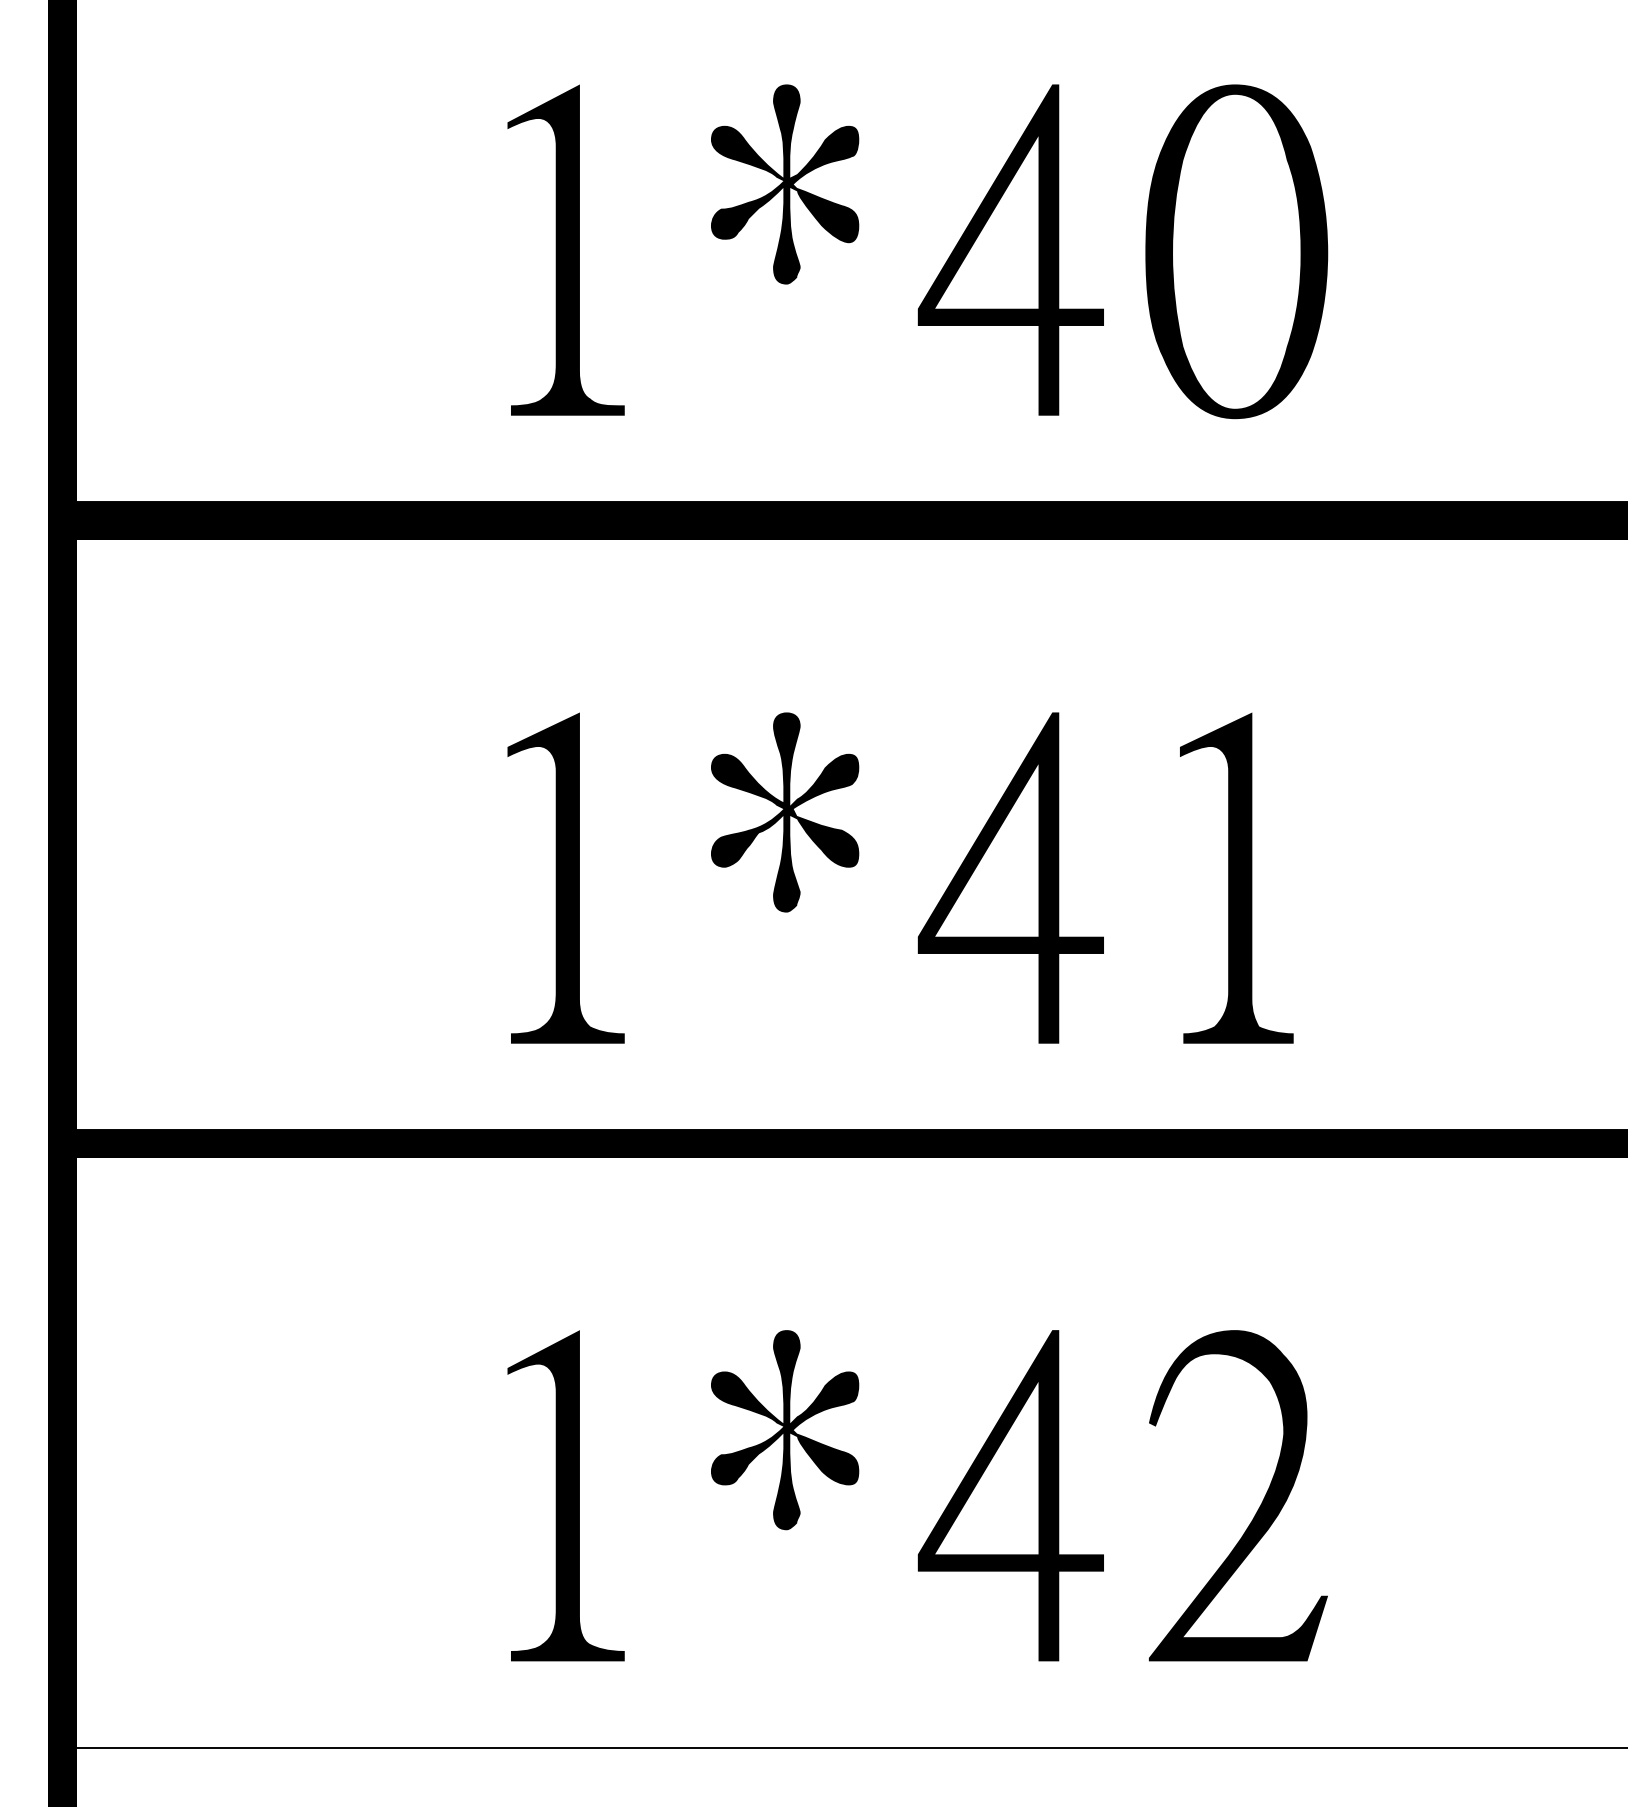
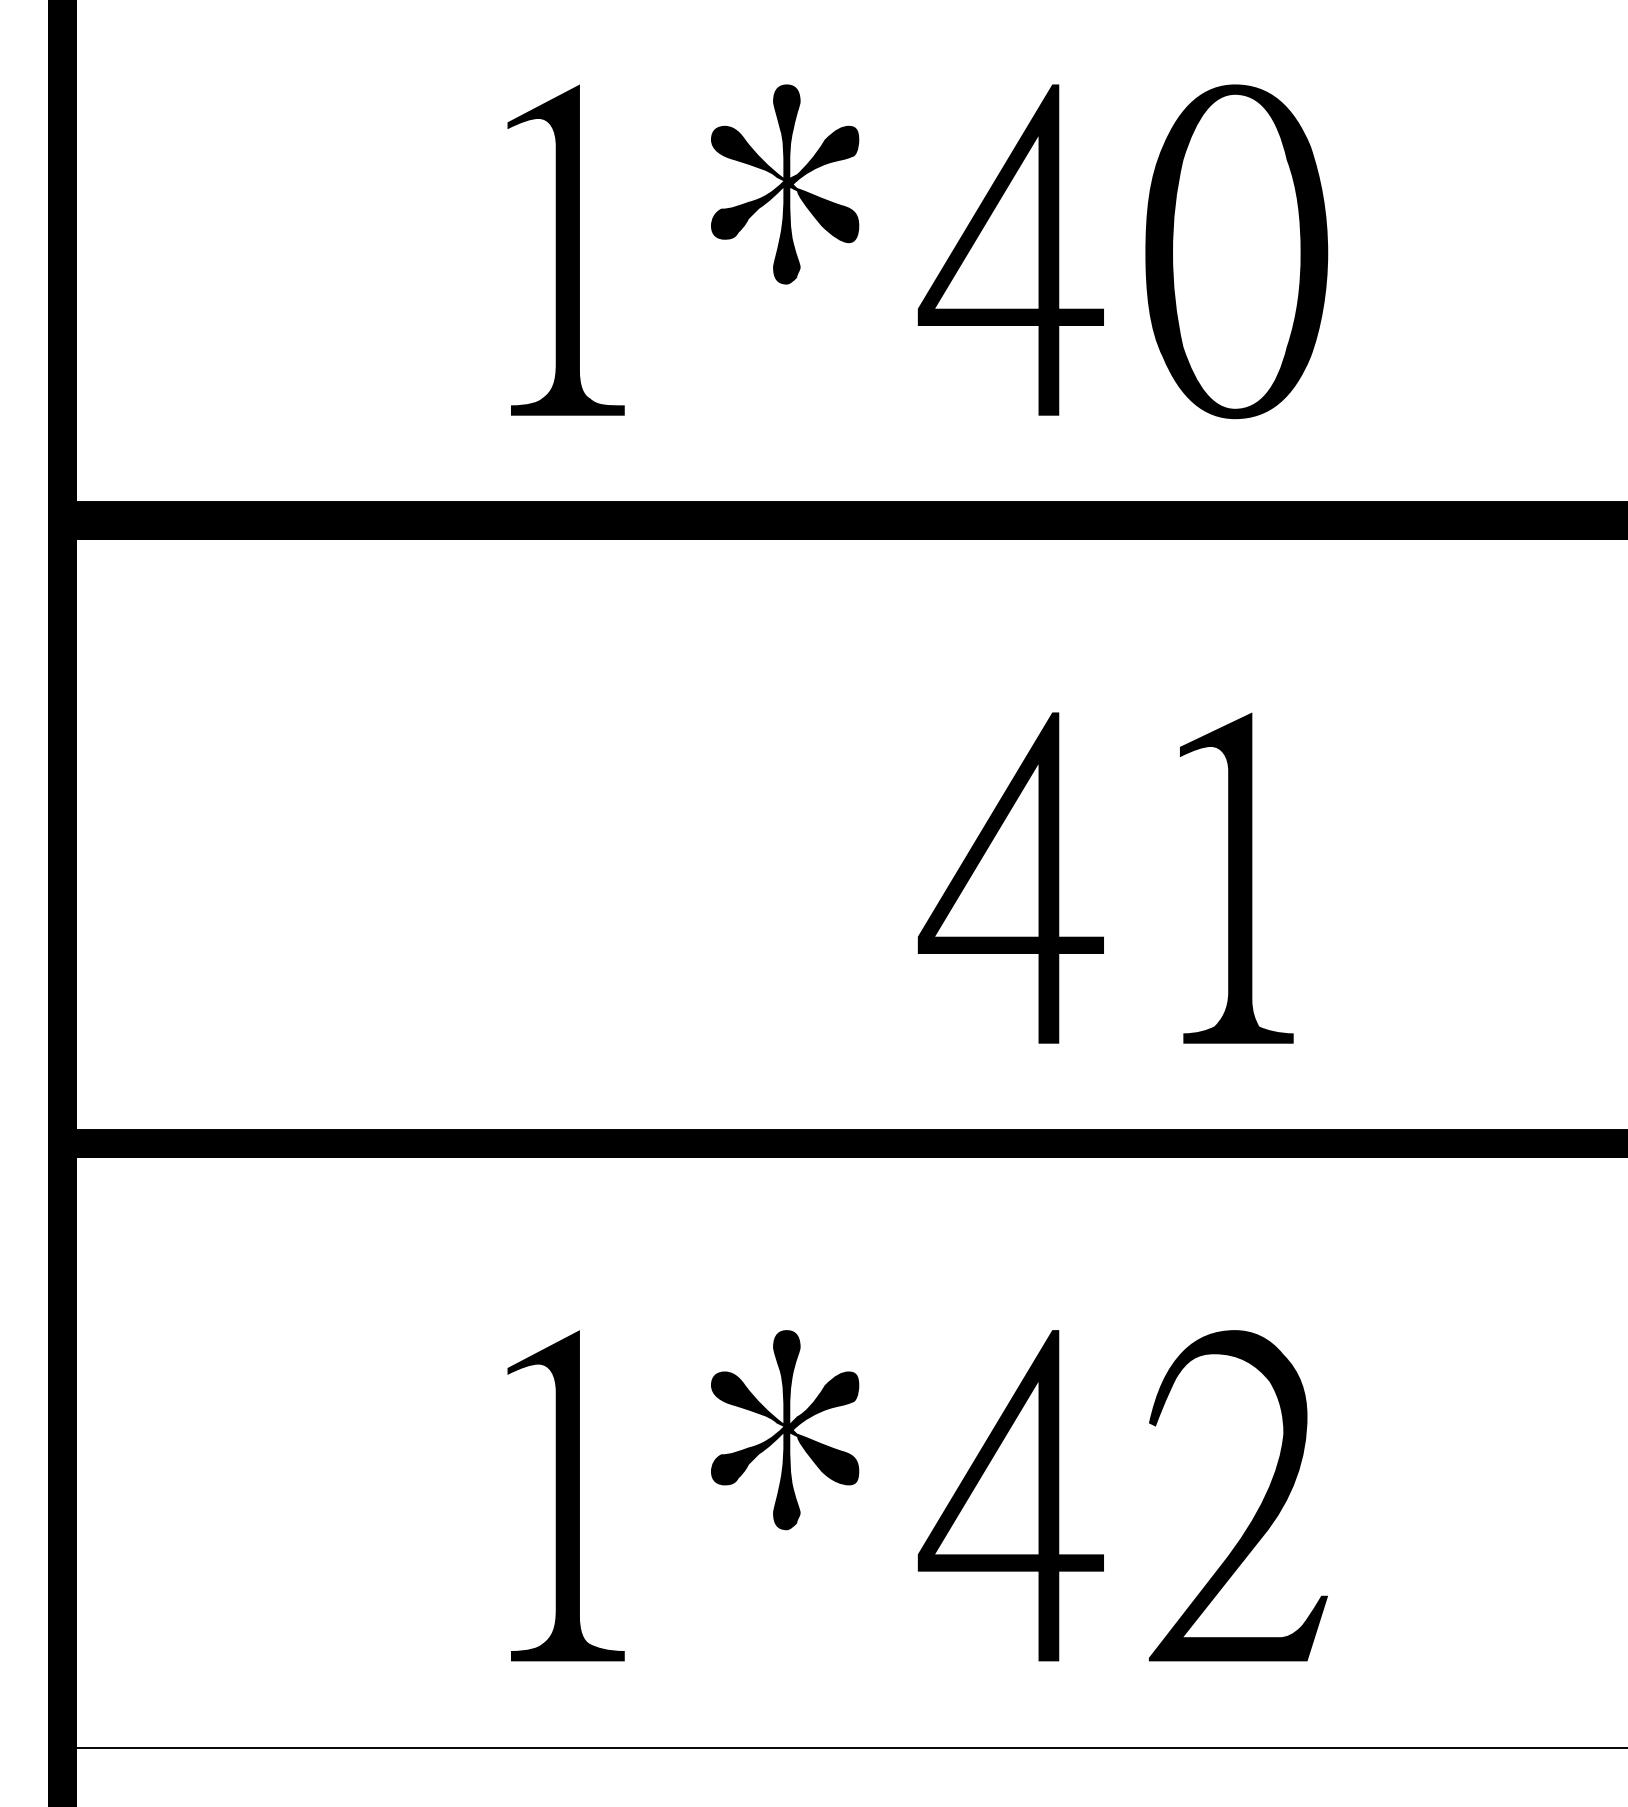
fill at (784, 812): present -> none
fill at (565, 877): present -> none
